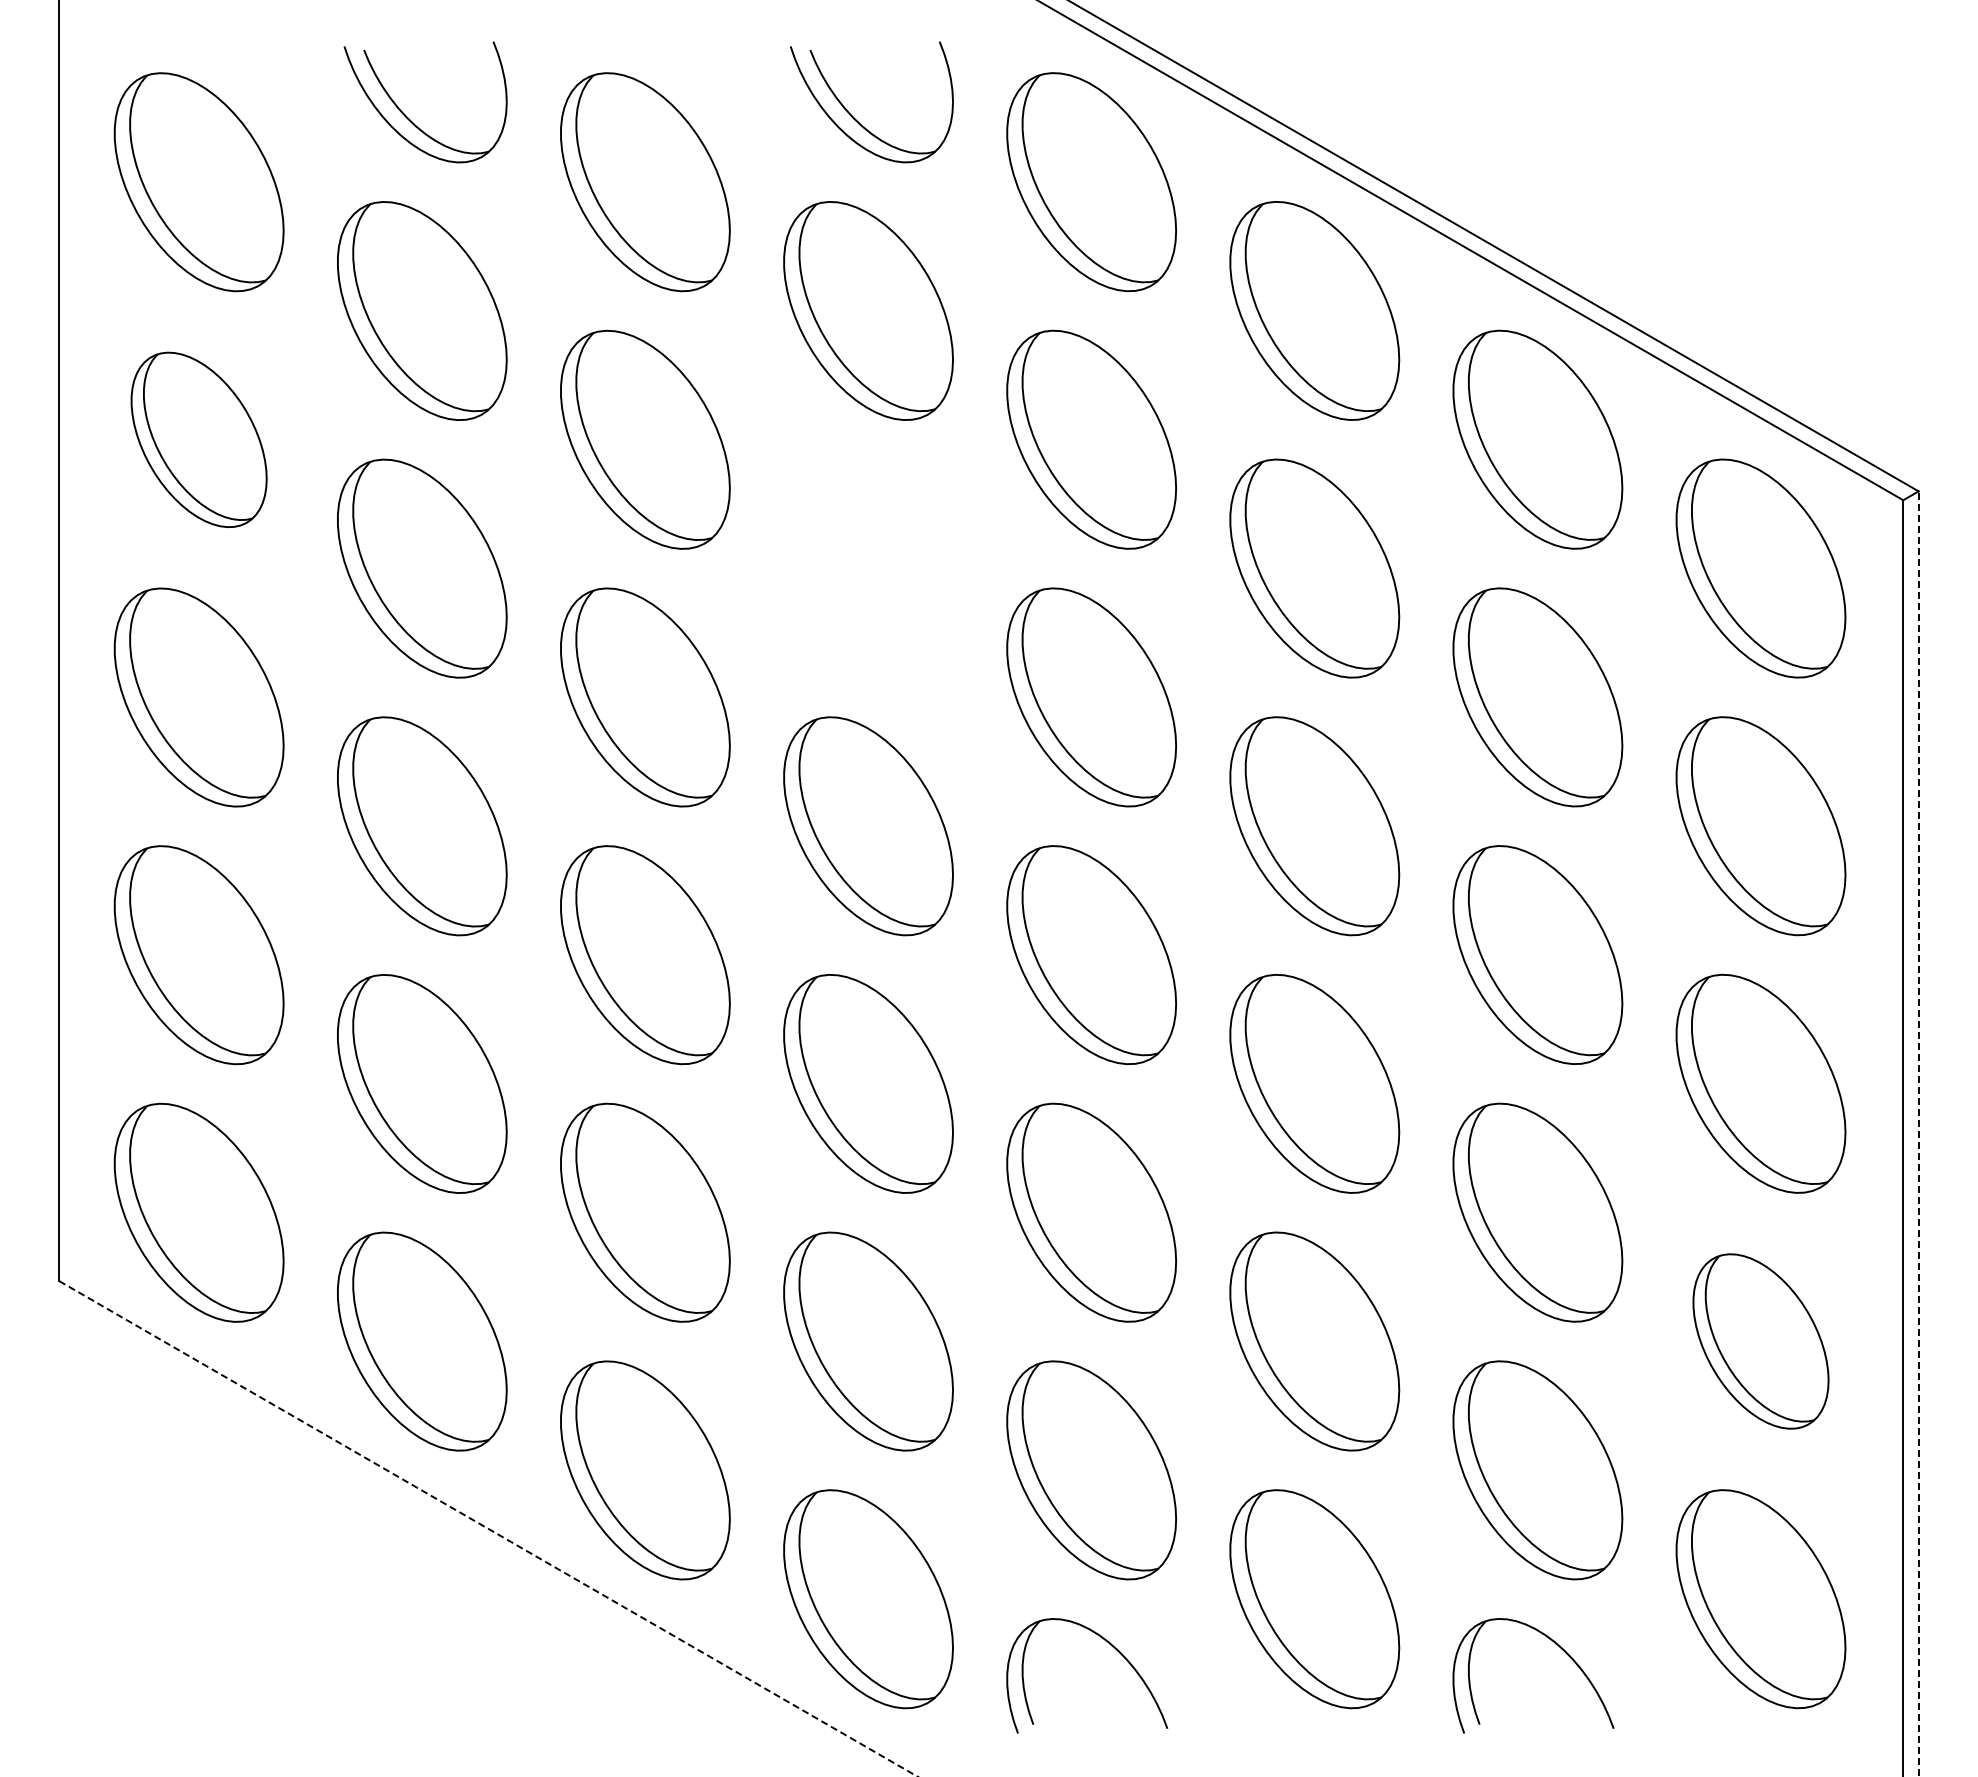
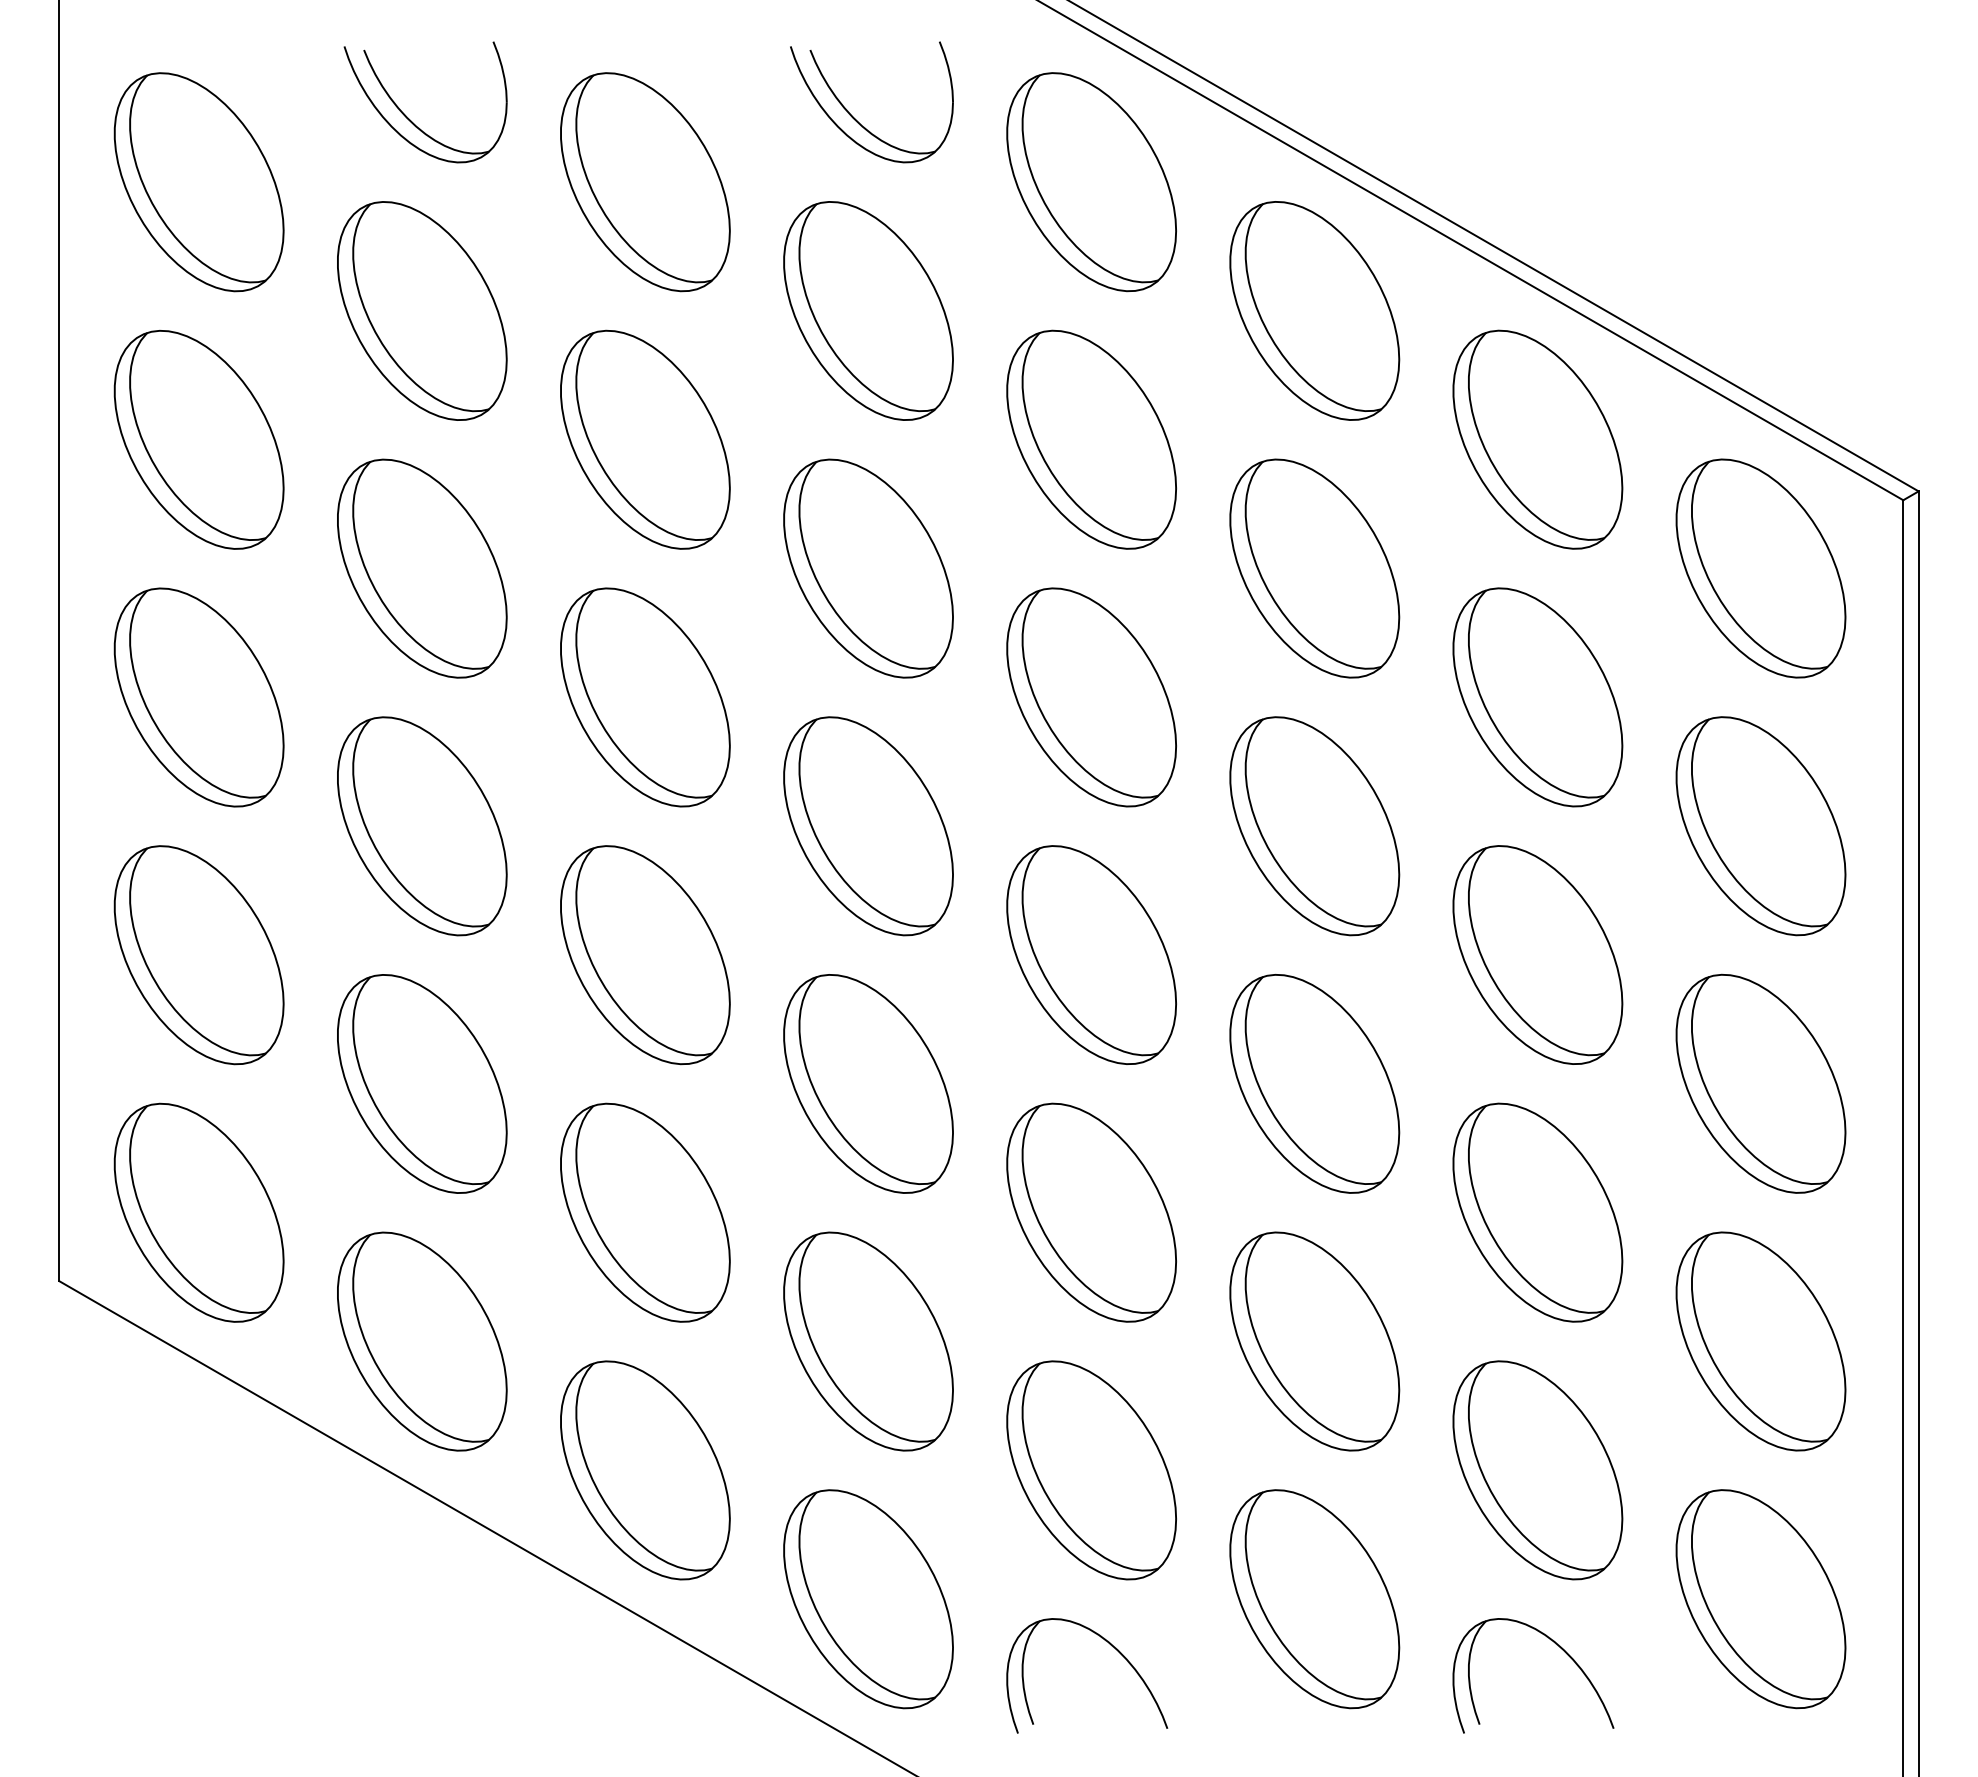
part at (198, 439) size: 138x177 px -> 172x220 px
part at (868, 568): none -> present
line at (1918, 1134): dashed -> solid
part at (1760, 1341) size: 138x177 px -> 172x221 px
line at (488, 1529): dashed -> solid
